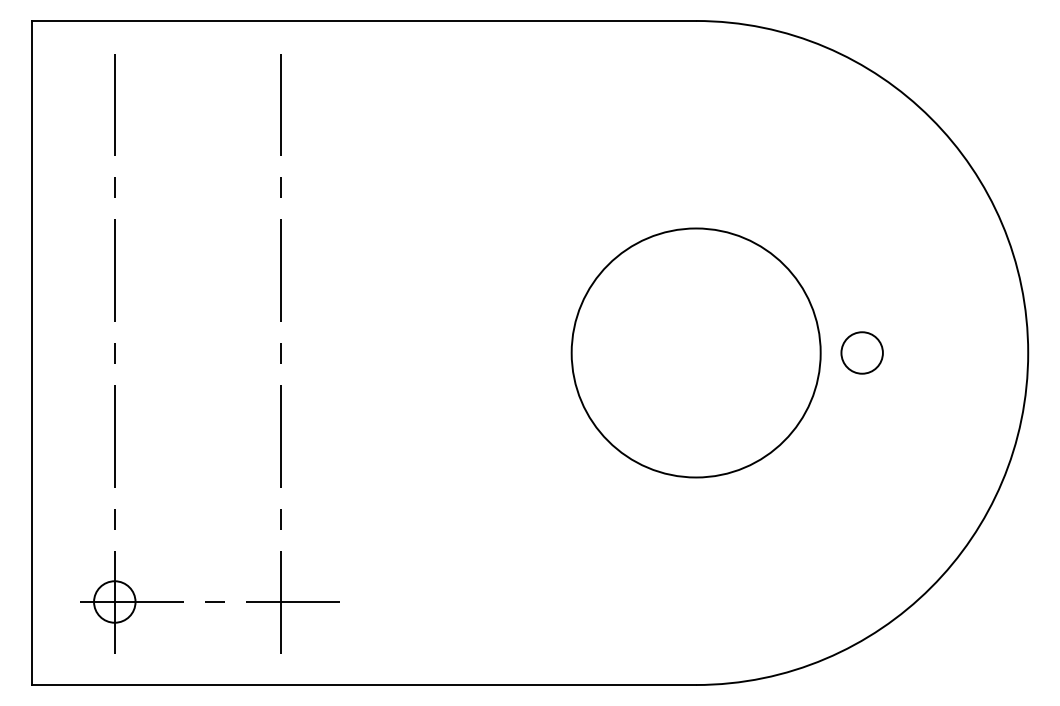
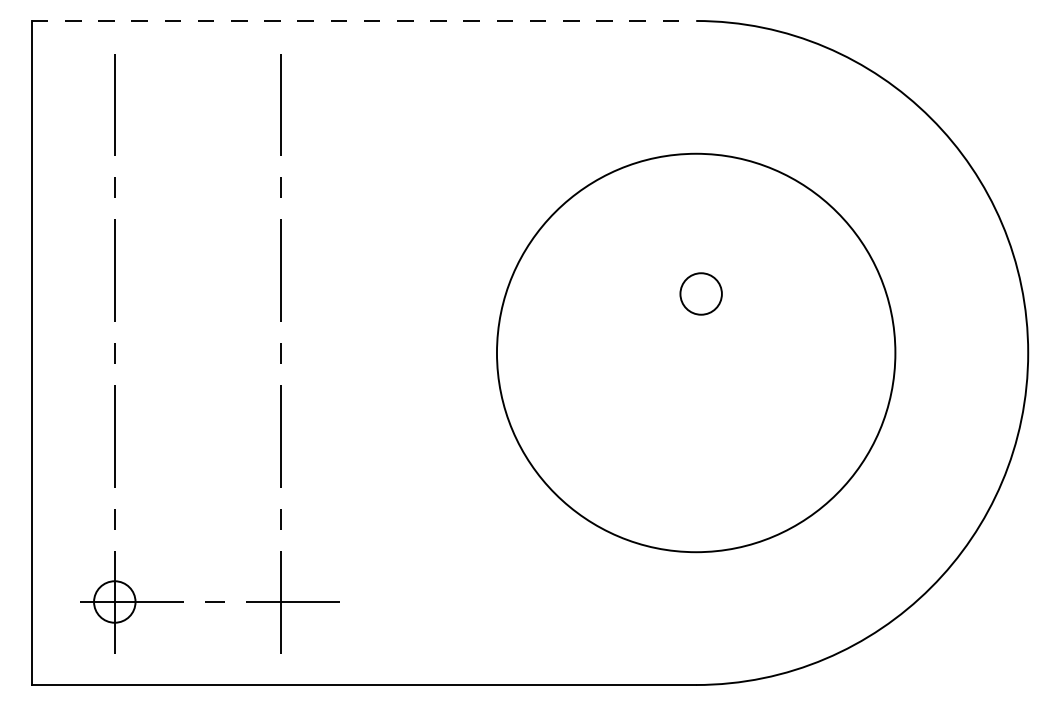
line at (364, 20): solid -> dashed
circle at (695, 352) diameter: 249 px -> 398 px
circle at (861, 352) position: (861, 352) -> (700, 293)
